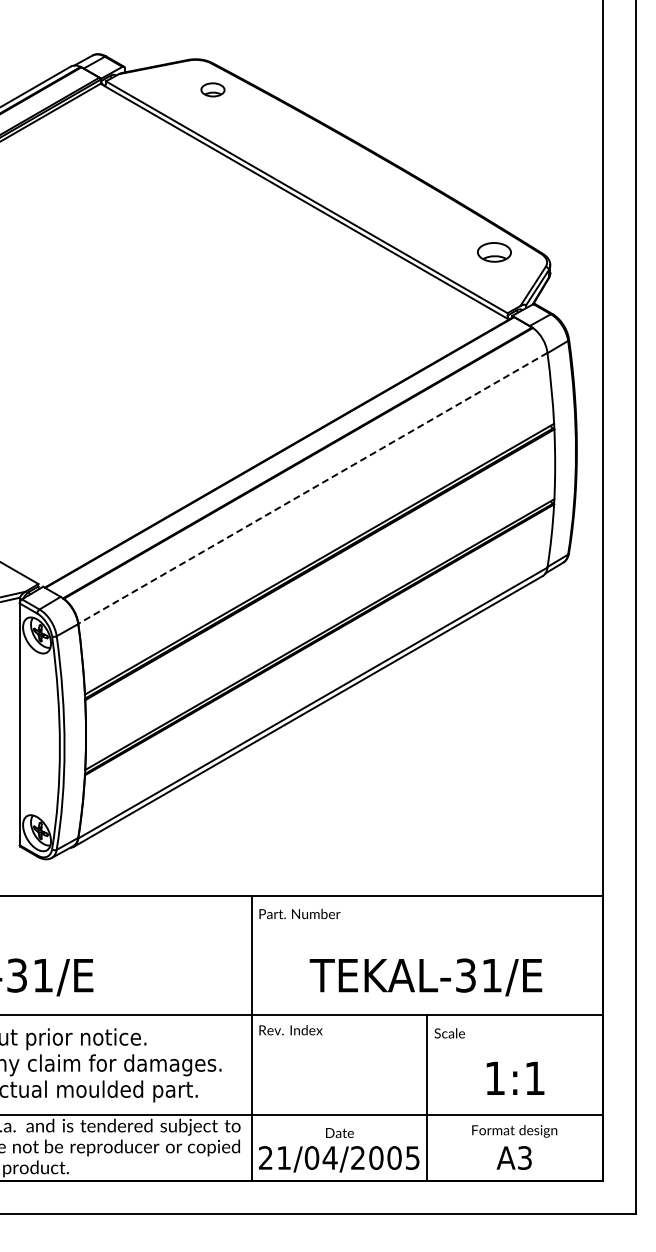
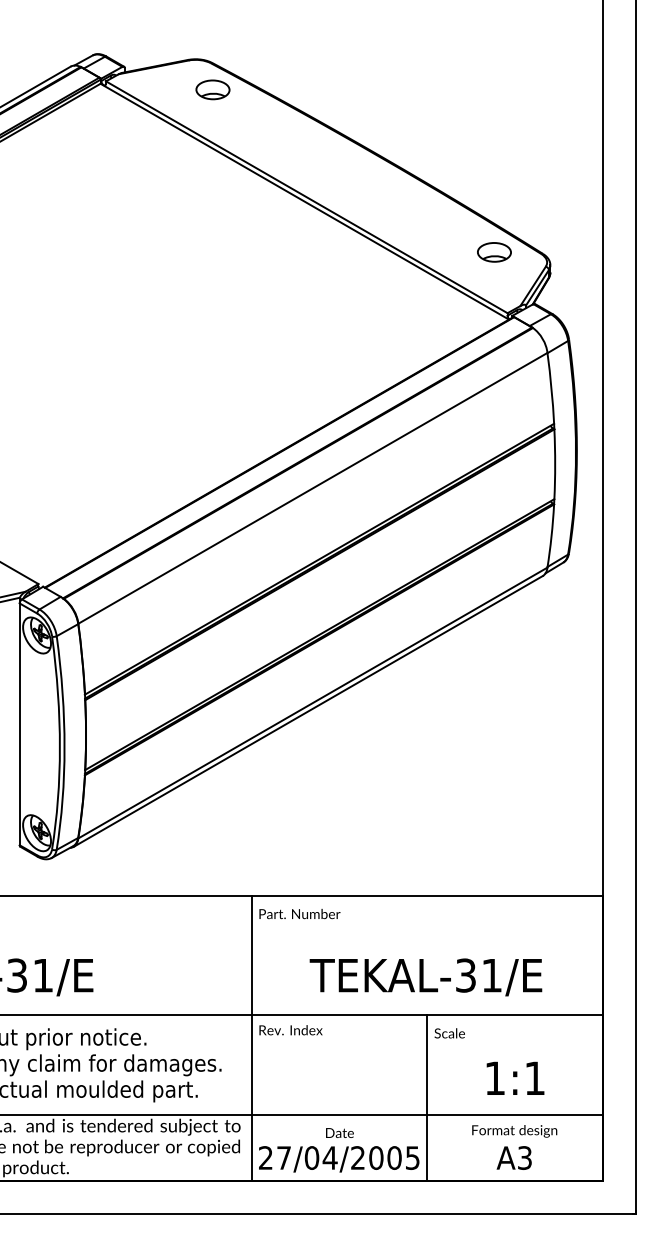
part at (212, 89) size: 26x16 px -> 36x22 px
line at (312, 488): dashed -> solid
text at (283, 1157): 21/04/2005 -> 27/04/2005
